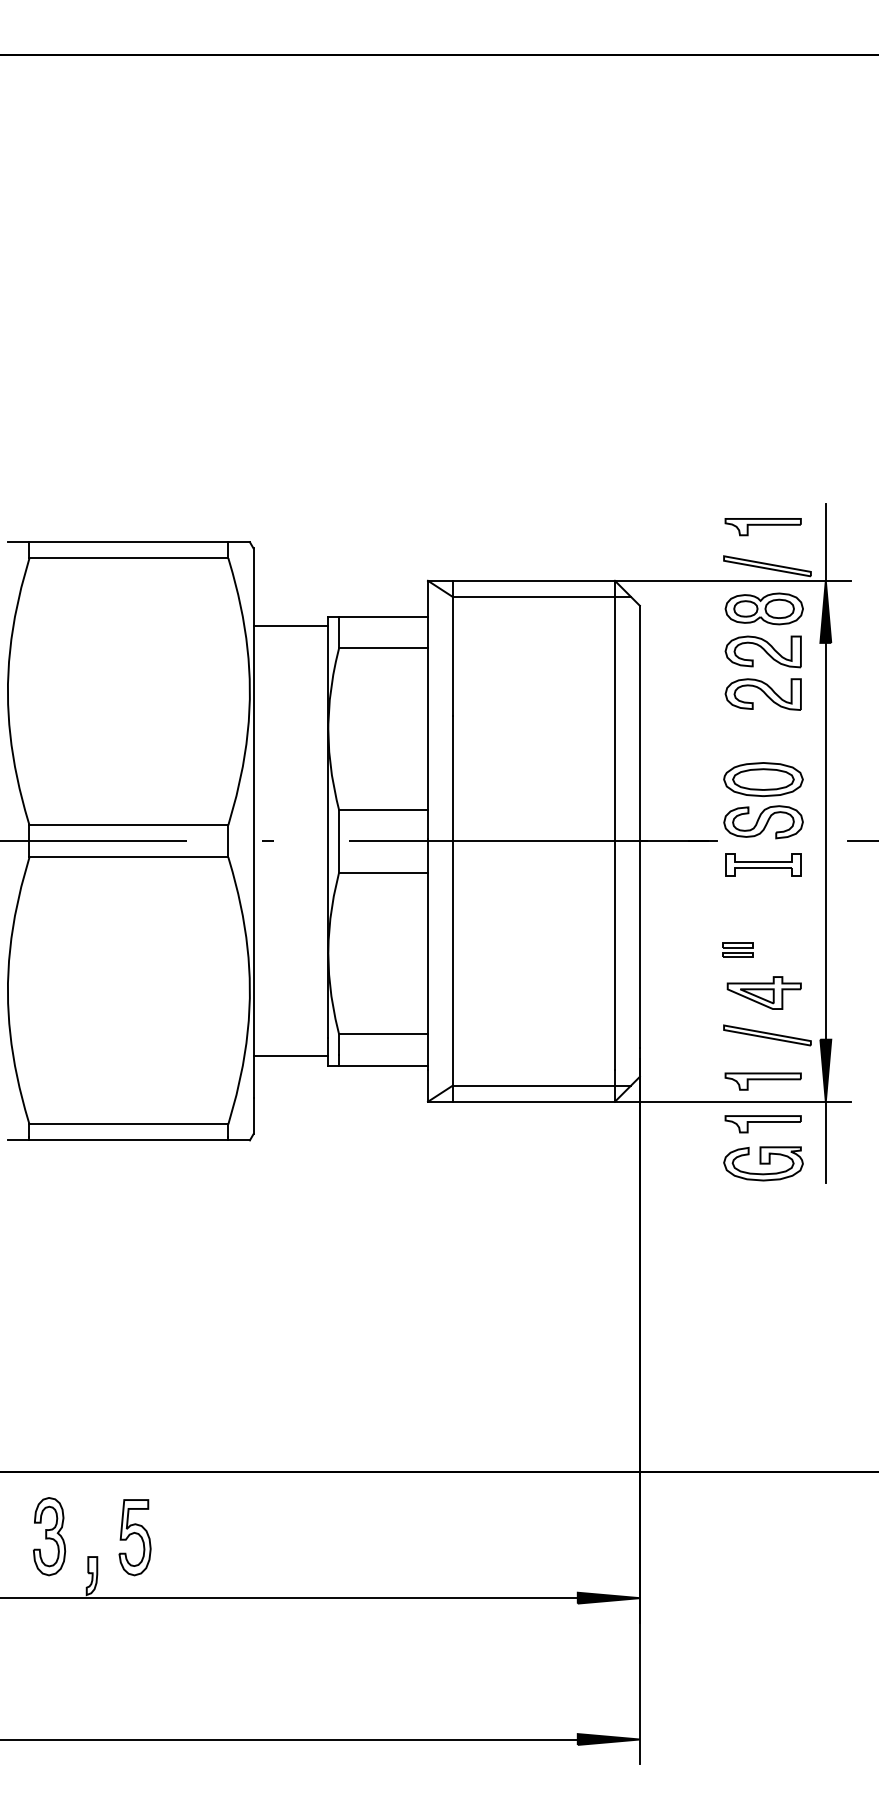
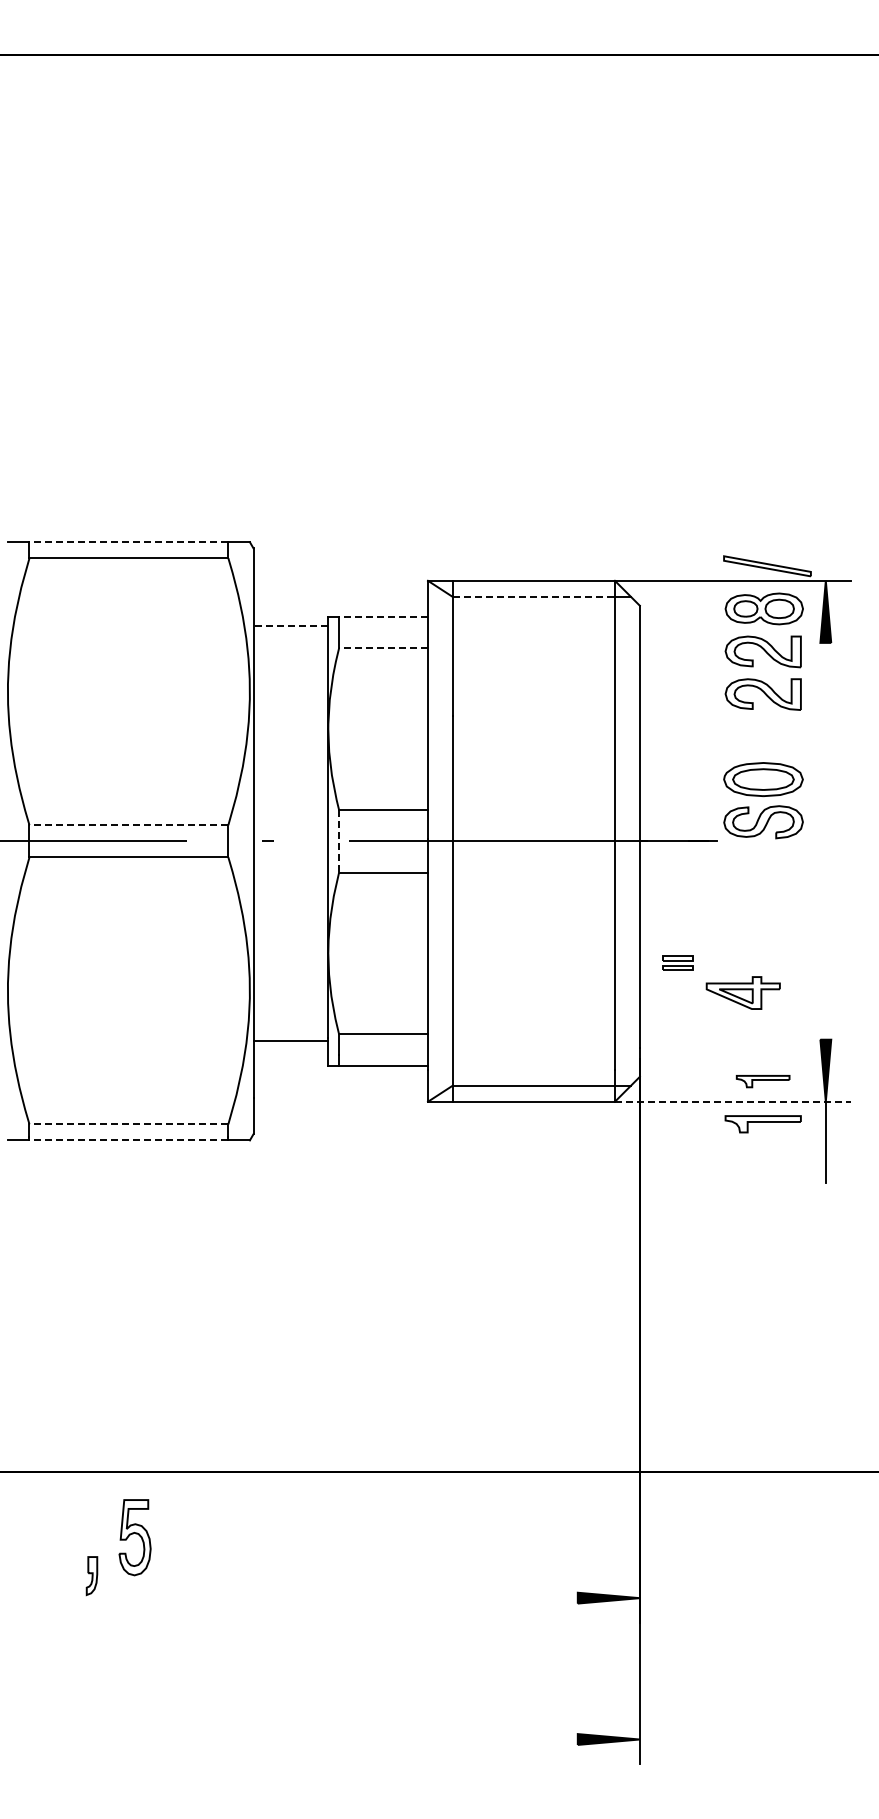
part at (762, 527): present -> none
line at (128, 542): solid -> dashed
line at (825, 542): present -> none
line at (534, 597): solid -> dashed
line at (383, 616): solid -> dashed
line at (290, 626): solid -> dashed
line at (383, 648): solid -> dashed
line at (128, 825): solid -> dashed
line at (825, 840): present -> none
line at (339, 841): solid -> dashed
line at (861, 841): present -> none
part at (763, 864): present -> none
part at (737, 949) position: (737, 949) -> (677, 962)
part at (763, 992) position: (763, 992) -> (742, 992)
part at (767, 1035): present -> none
line at (290, 1056) position: (290, 1056) -> (290, 1041)
part at (762, 1081) size: 78x19 px -> 56x14 px
line at (732, 1101): solid -> dashed
line at (128, 1124): solid -> dashed
line at (128, 1140): solid -> dashed
part at (763, 1163): present -> none
part at (49, 1536): present -> none
line at (289, 1598): present -> none
line at (289, 1739): present -> none
